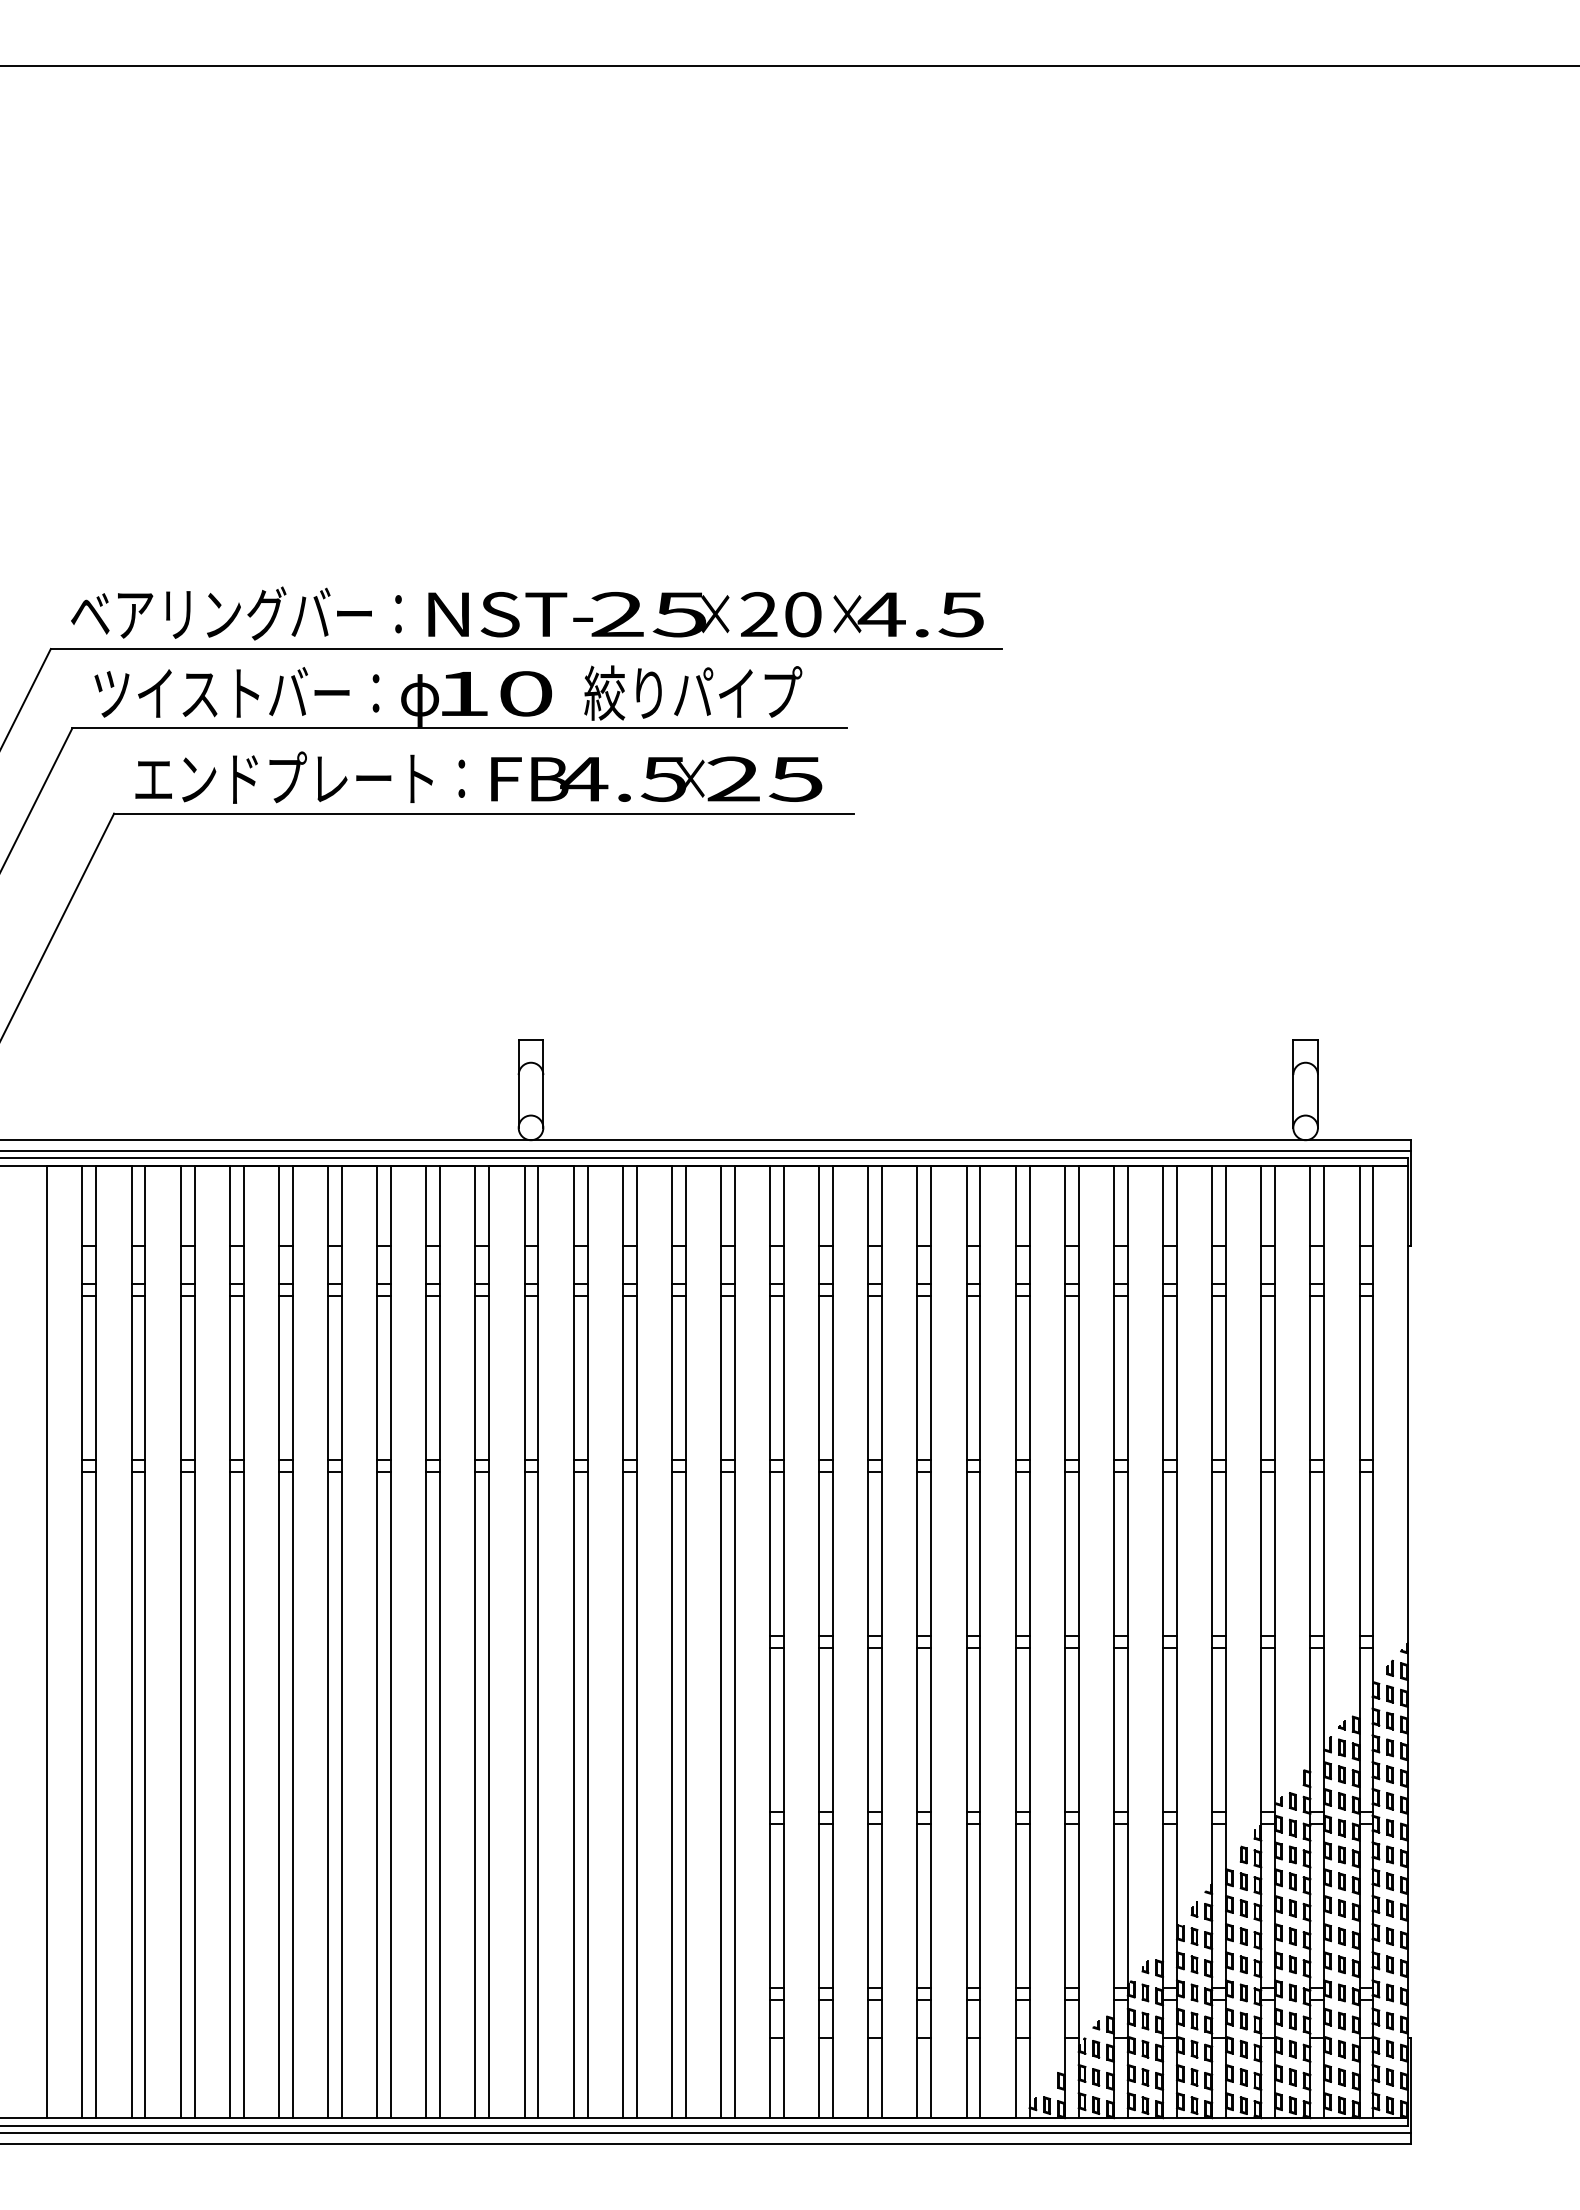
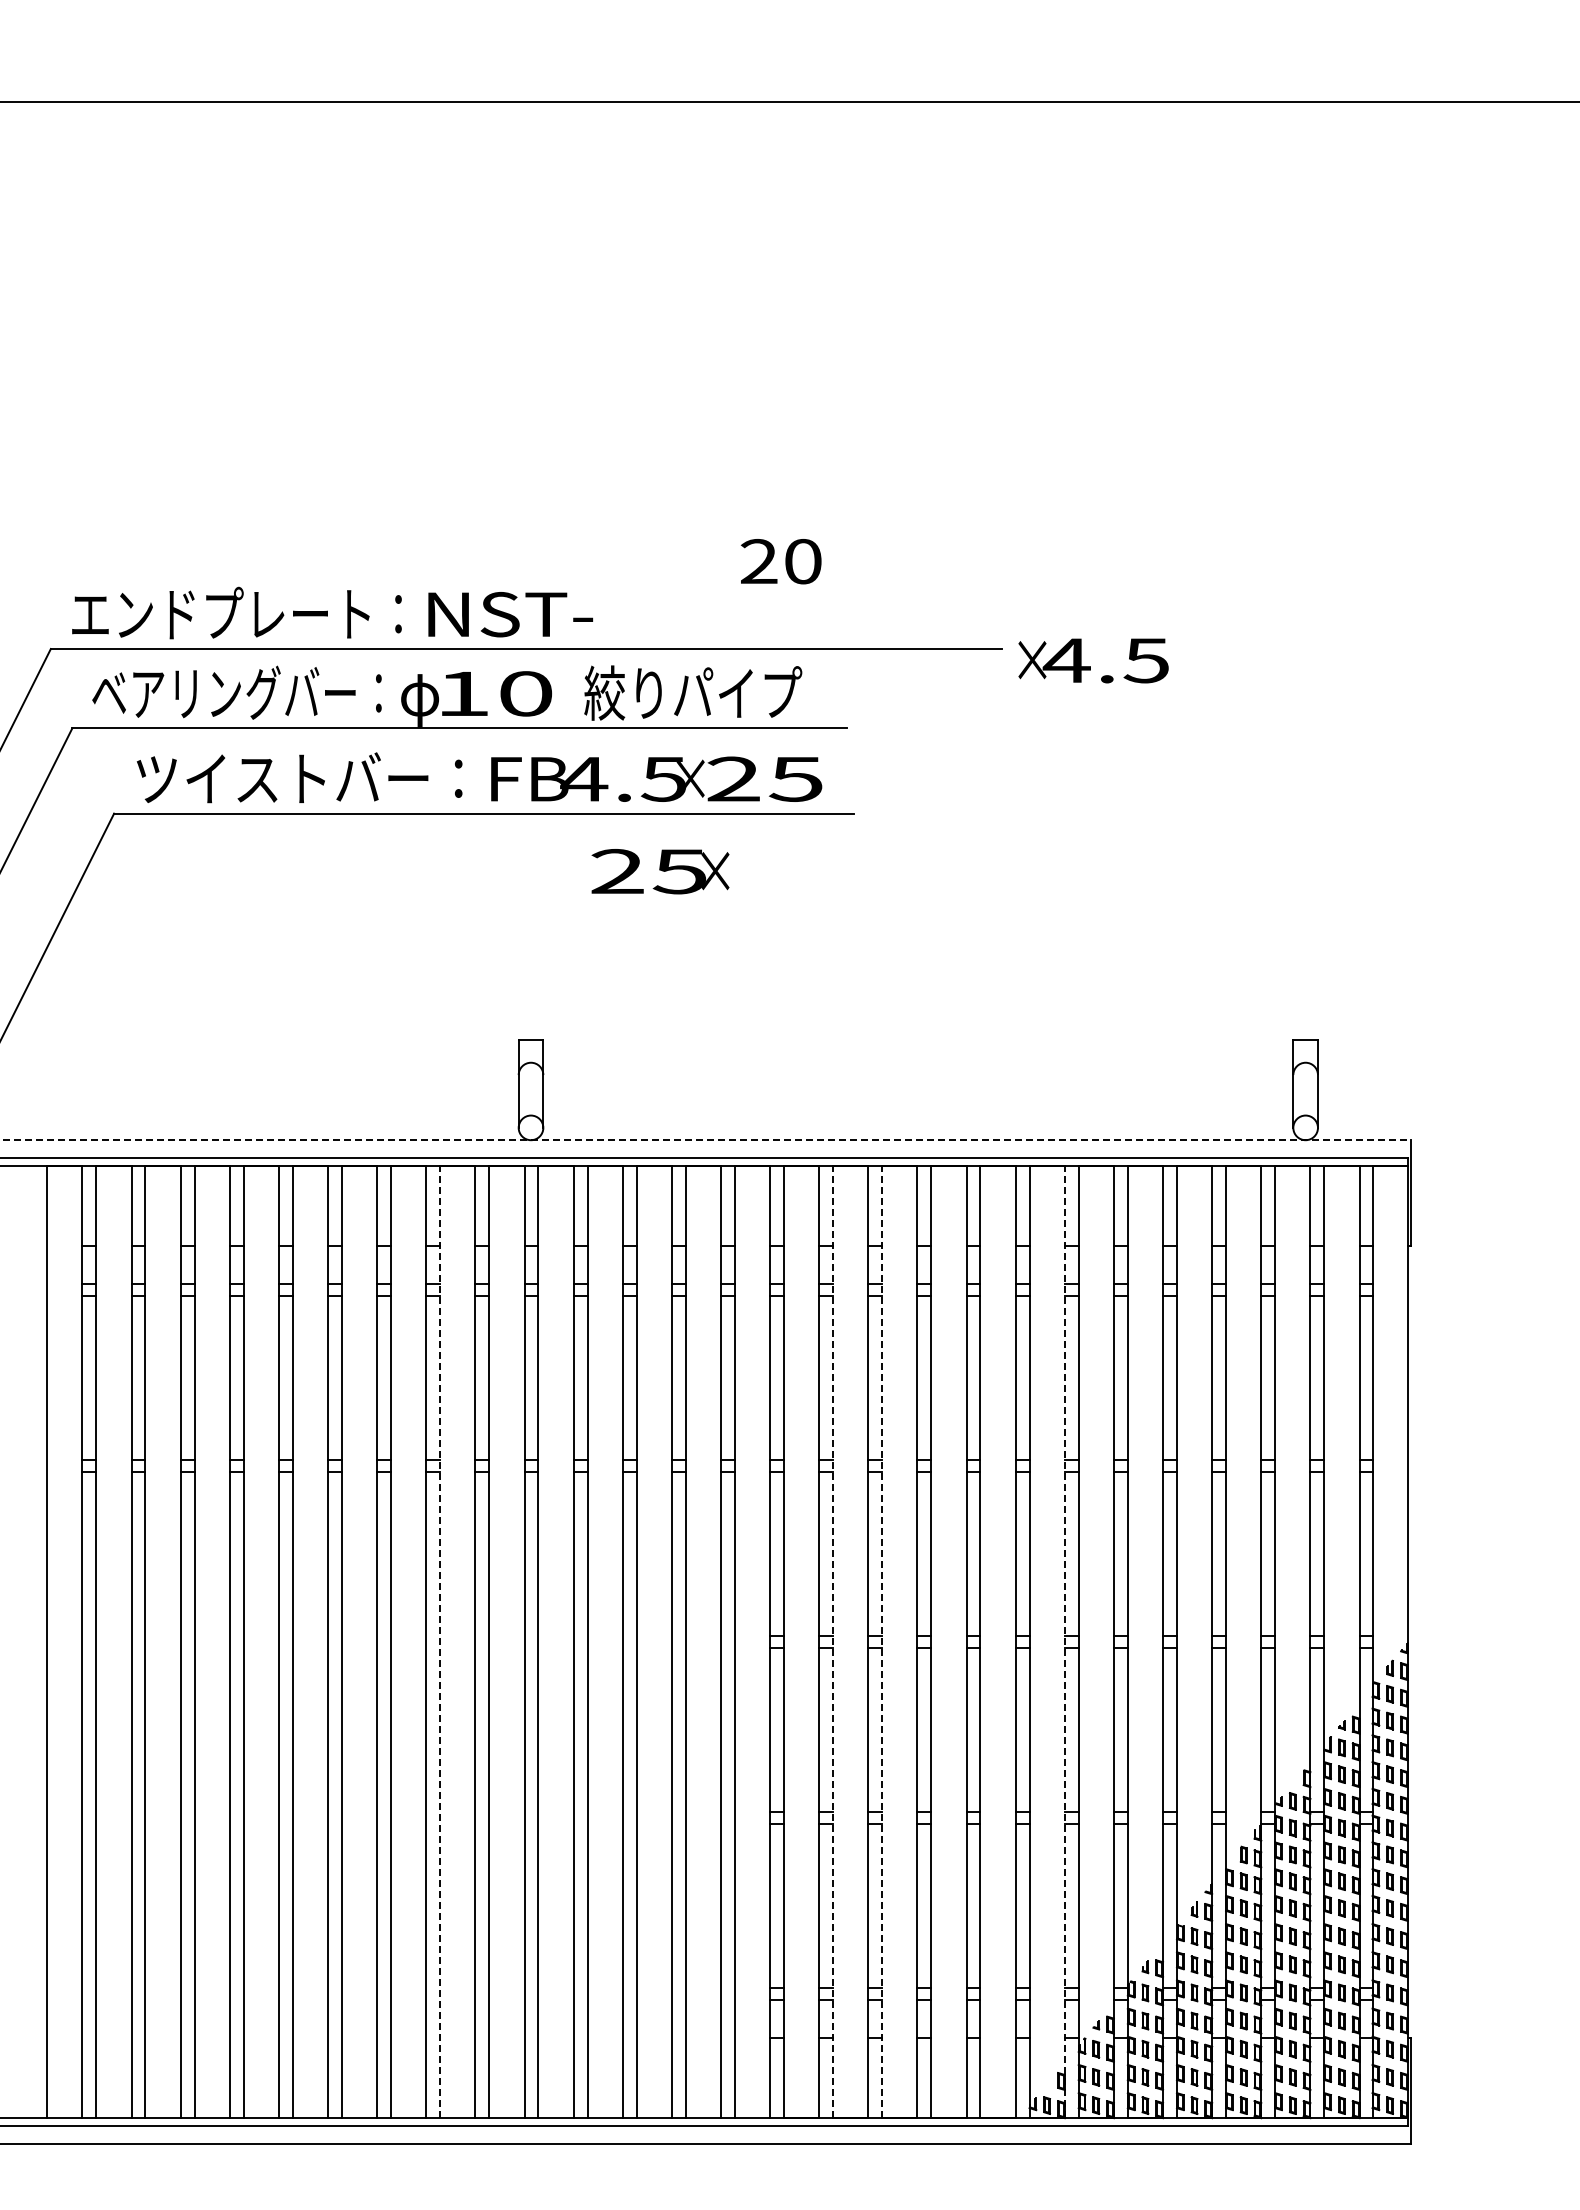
line at (789, 66) position: (789, 66) -> (789, 102)
text at (221, 613): ベアリングバー： -> エンドプレート：
text at (660, 614) position: (660, 614) -> (660, 871)
text at (781, 614) position: (781, 614) -> (781, 561)
text at (908, 614) position: (908, 614) -> (1093, 660)
text at (236, 692): ツイストバー： -> ベアリングバー：
text at (300, 777): エンドプレート： -> ツイストバー：
line at (706, 1140): solid -> dashed
line at (706, 1150): present -> none
line at (440, 1641): solid -> dashed
line at (833, 1641): solid -> dashed
line at (882, 1641): solid -> dashed
line at (1064, 1641): solid -> dashed
line at (706, 2133): present -> none
